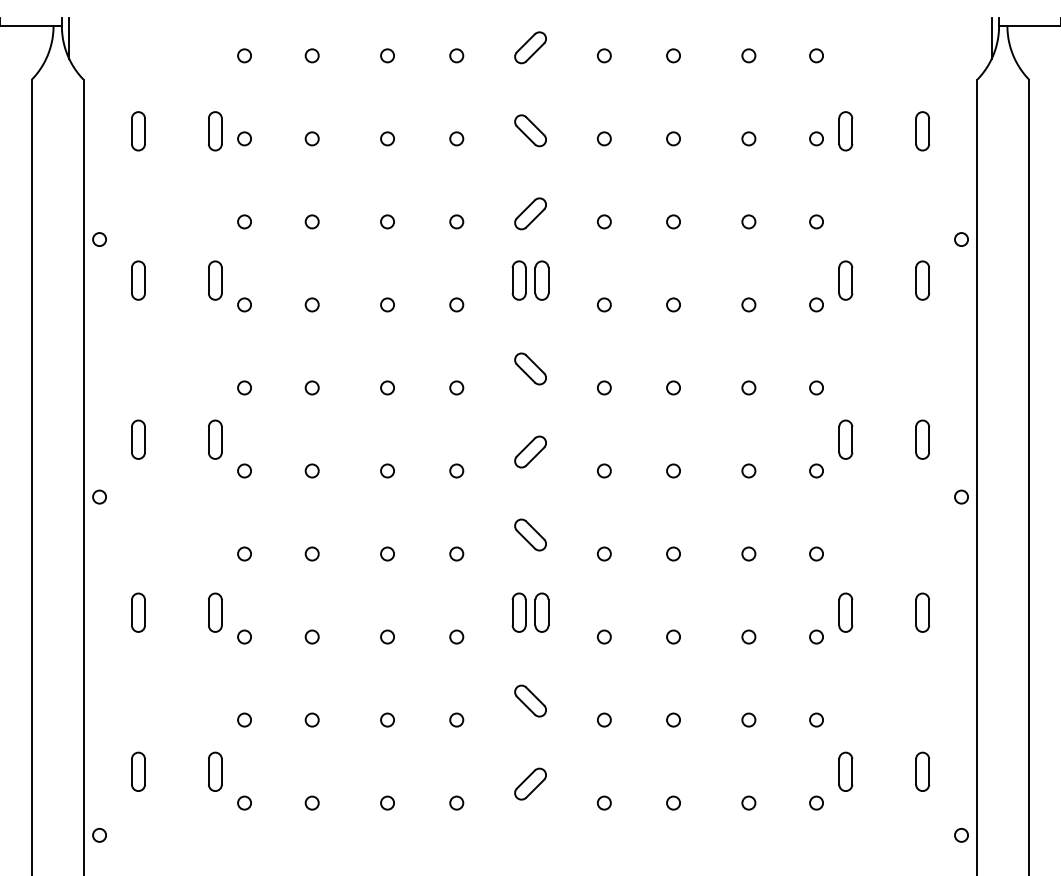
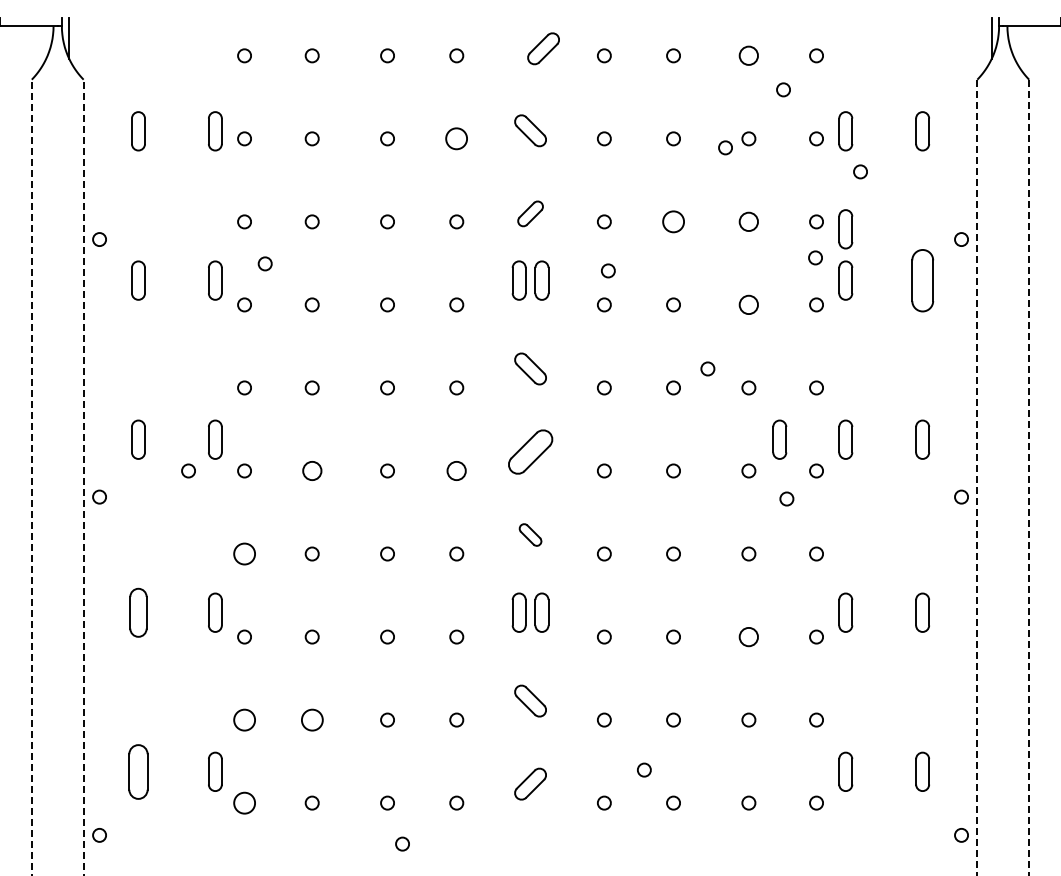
part at (530, 47) position: (530, 47) -> (543, 48)
circle at (748, 55) size: 16x16 px -> 21x21 px
circle at (783, 89): none -> present
circle at (456, 138) size: 16x16 px -> 23x24 px
circle at (725, 147): none -> present
circle at (860, 171): none -> present
part at (530, 213) size: 33x34 px -> 27x28 px
circle at (673, 221) size: 15x16 px -> 23x24 px
circle at (748, 221) size: 16x16 px -> 21x21 px
part at (845, 229): none -> present
circle at (815, 257): none -> present
circle at (264, 263): none -> present
circle at (608, 270): none -> present
part at (922, 280) size: 15x41 px -> 24x64 px
circle at (748, 304) size: 16x16 px -> 21x21 px
circle at (707, 368): none -> present
part at (779, 439): none -> present
part at (530, 451) size: 33x34 px -> 46x46 px
circle at (188, 470): none -> present
circle at (311, 470) size: 16x16 px -> 21x20 px
circle at (456, 470) size: 16x16 px -> 21x20 px
line at (31, 477): solid -> dashed
line at (83, 477): solid -> dashed
line at (977, 478): solid -> dashed
line at (1029, 478): solid -> dashed
circle at (786, 498): none -> present
part at (530, 534) size: 33x34 px -> 25x24 px
circle at (244, 553) size: 15x16 px -> 23x24 px
part at (138, 612) size: 15x41 px -> 19x51 px
circle at (748, 636) size: 16x16 px -> 21x21 px
circle at (244, 719) size: 15x16 px -> 23x24 px
circle at (311, 719) size: 16x16 px -> 23x24 px
circle at (644, 769): none -> present
part at (138, 771) size: 15x41 px -> 21x56 px
circle at (244, 802) size: 15x16 px -> 23x24 px
circle at (402, 843): none -> present
